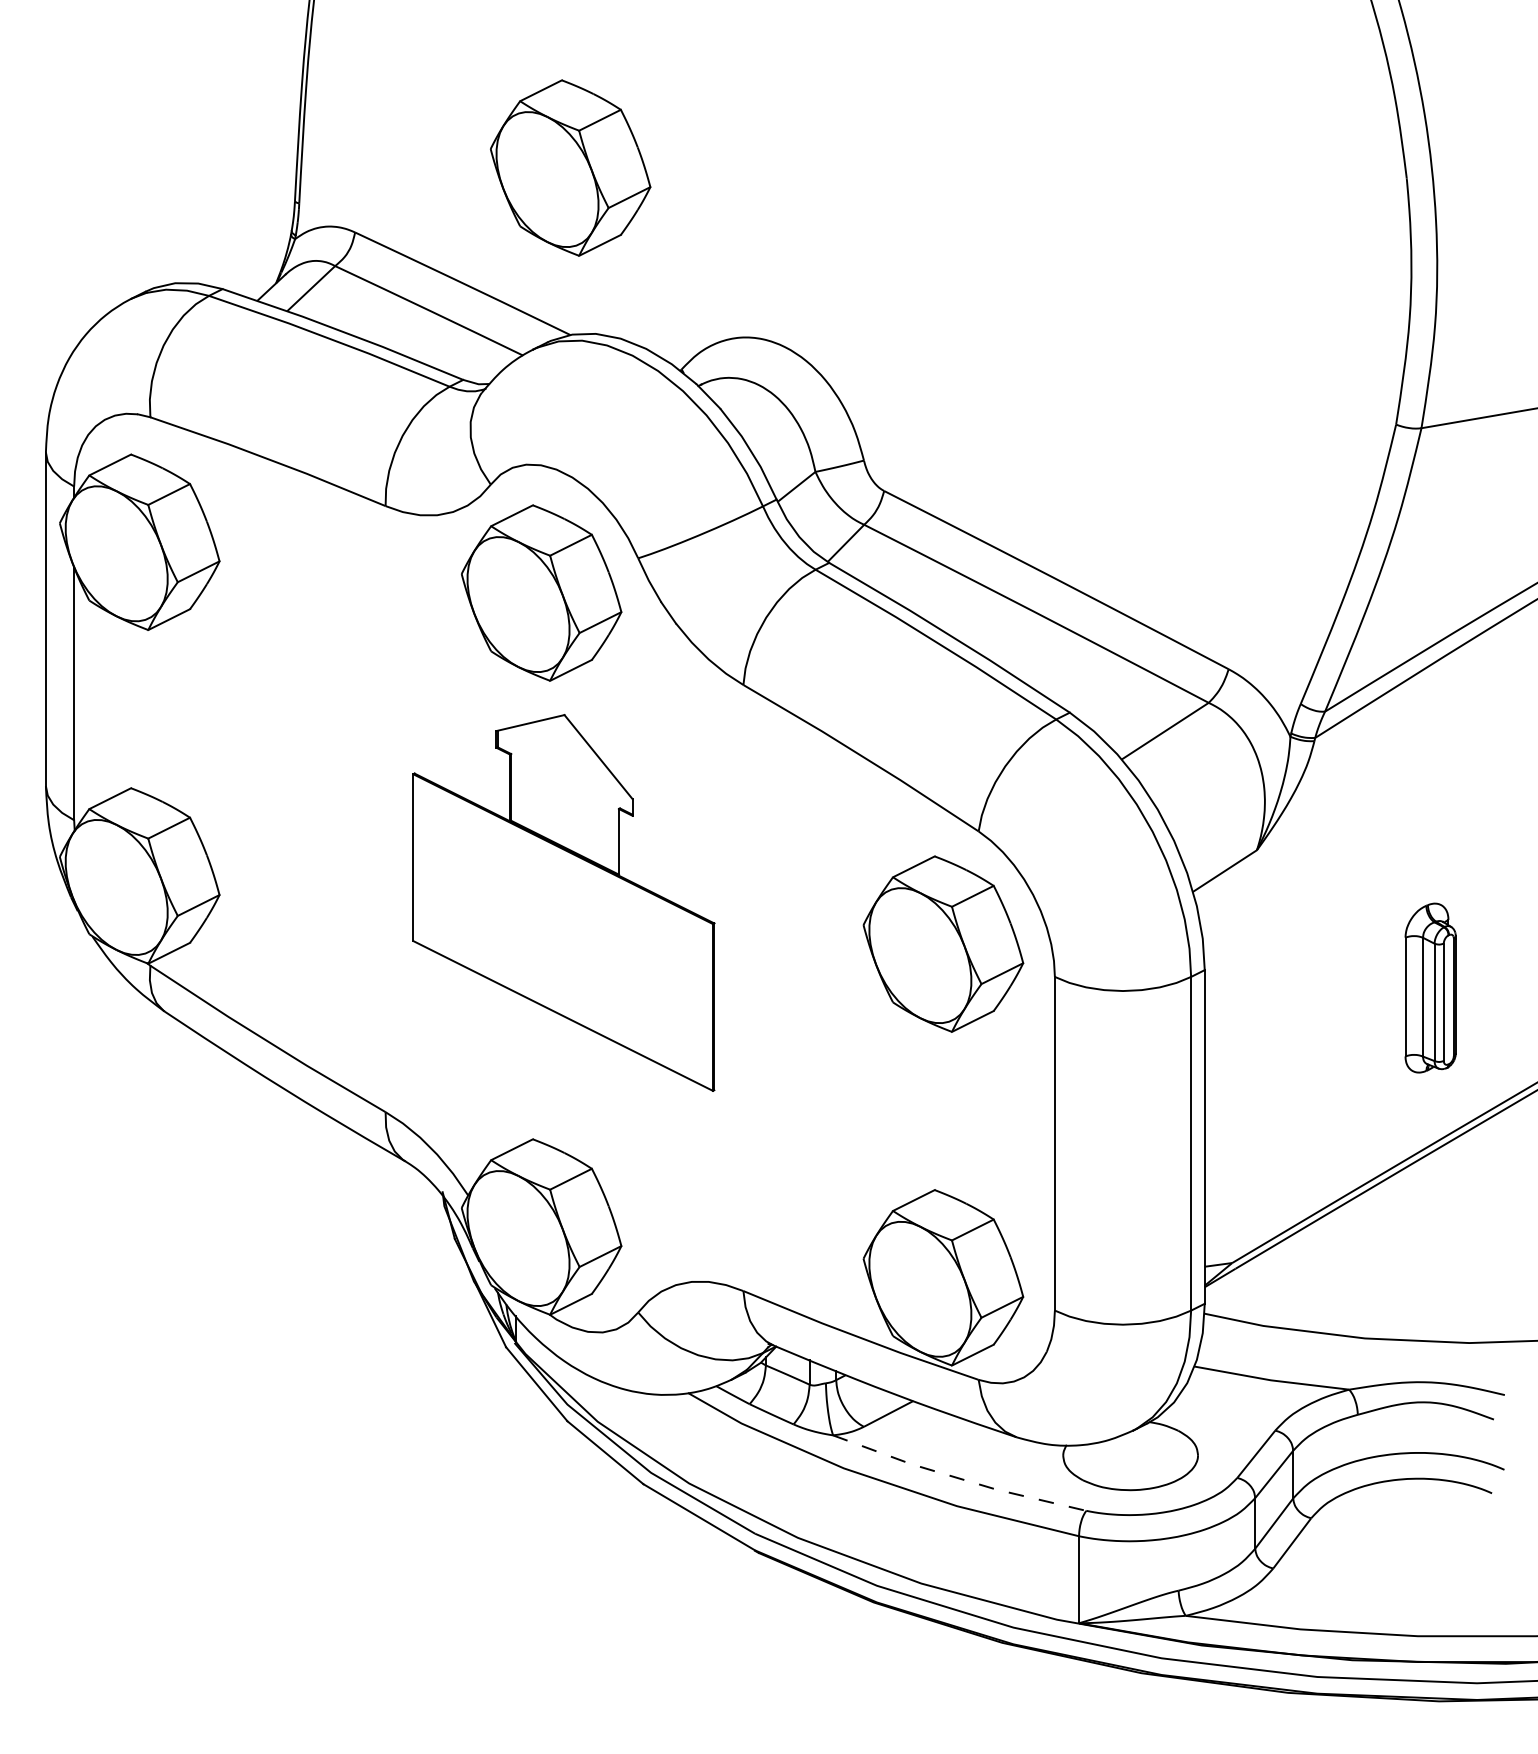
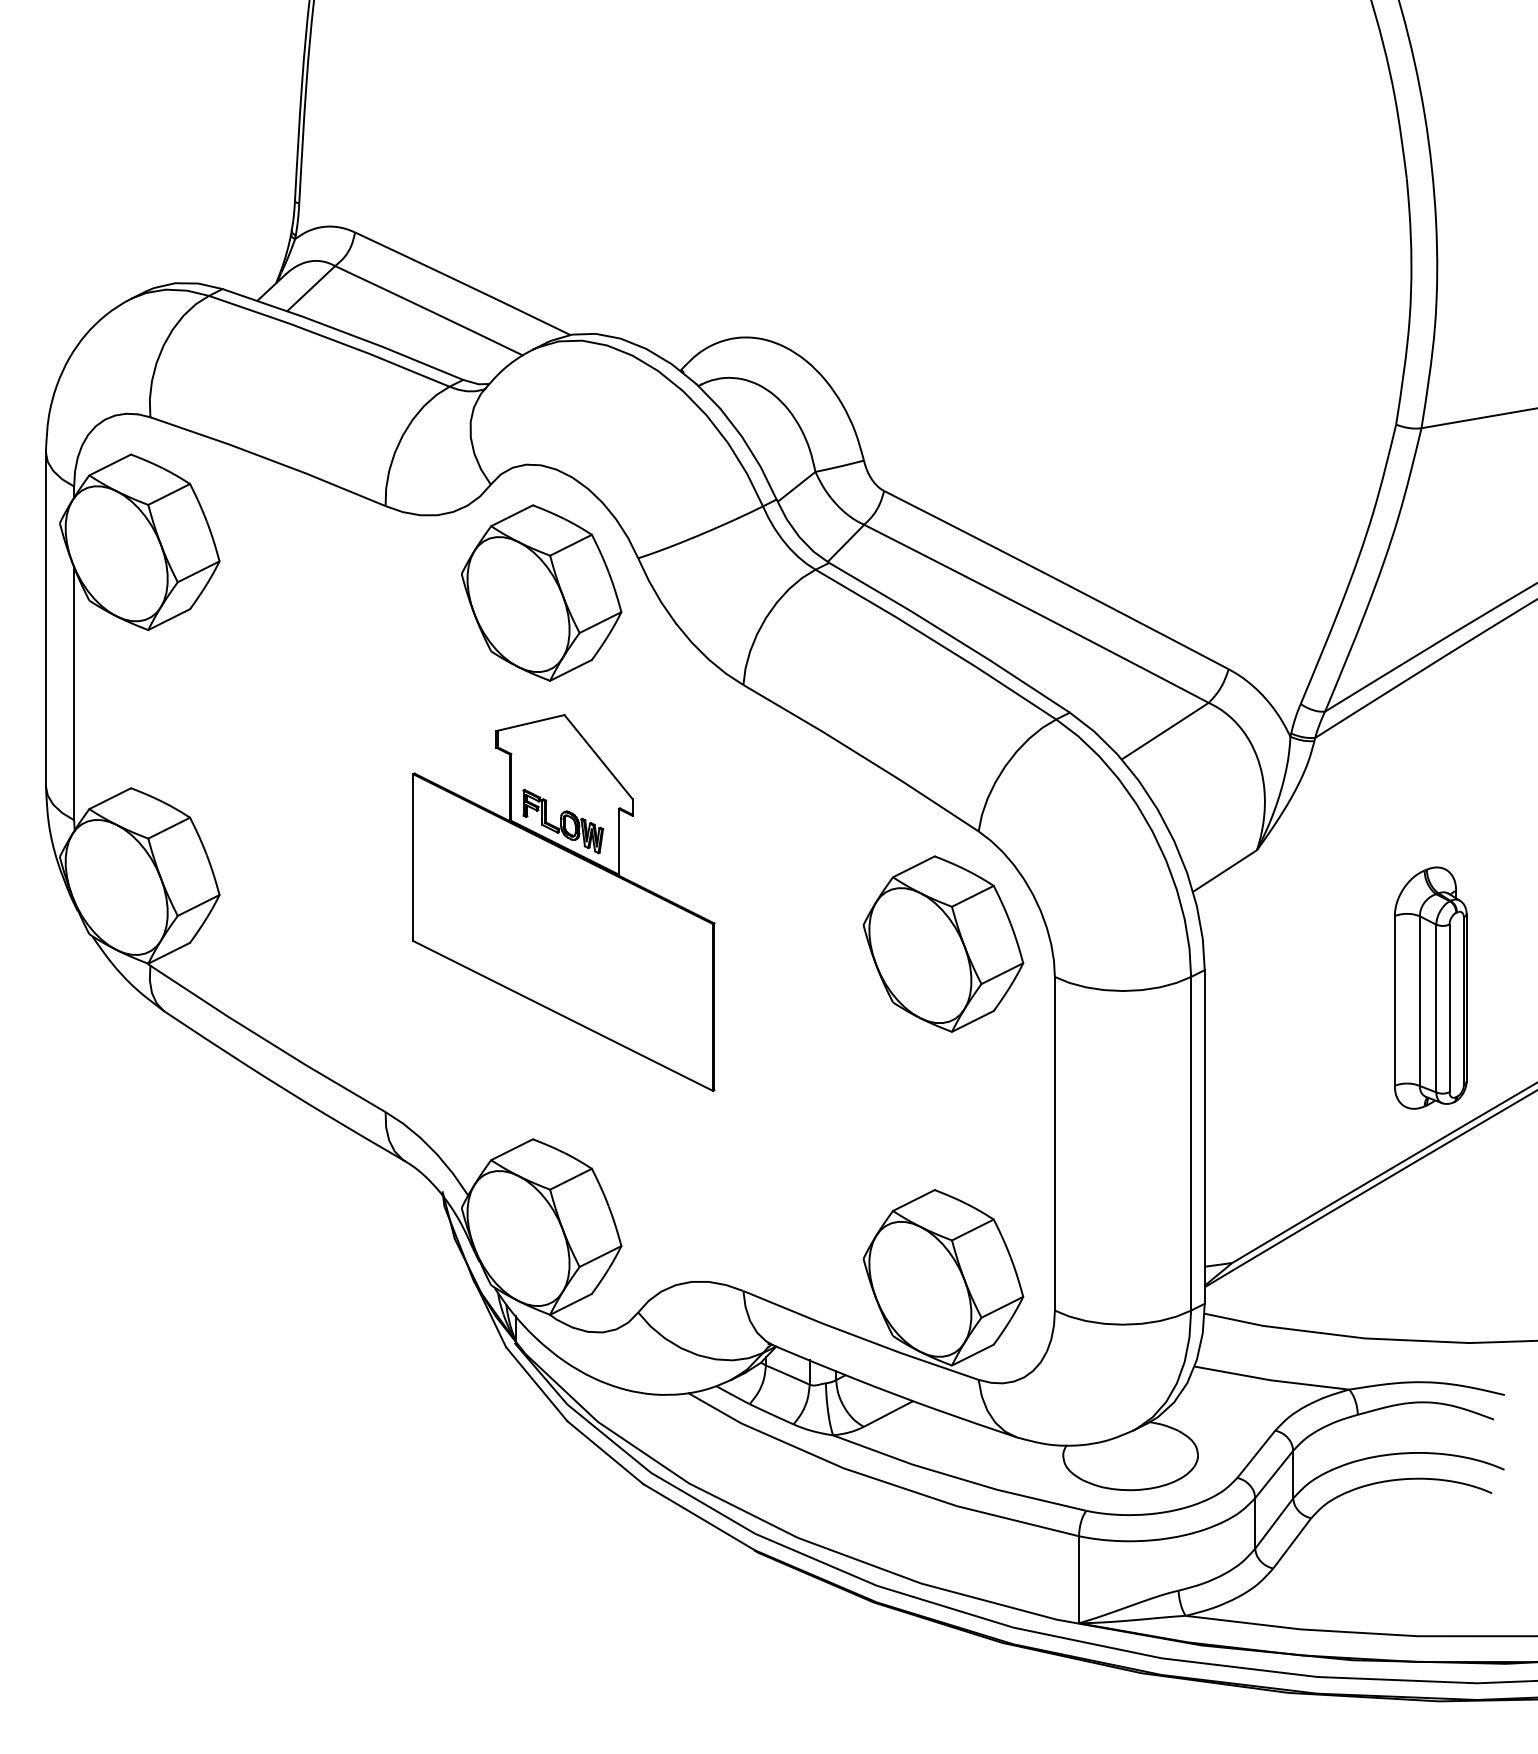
part at (570, 167): present -> none
part at (563, 821): none -> present
part at (1430, 987) size: 53x172 px -> 75x244 px
line at (958, 1478): dashed -> solid
